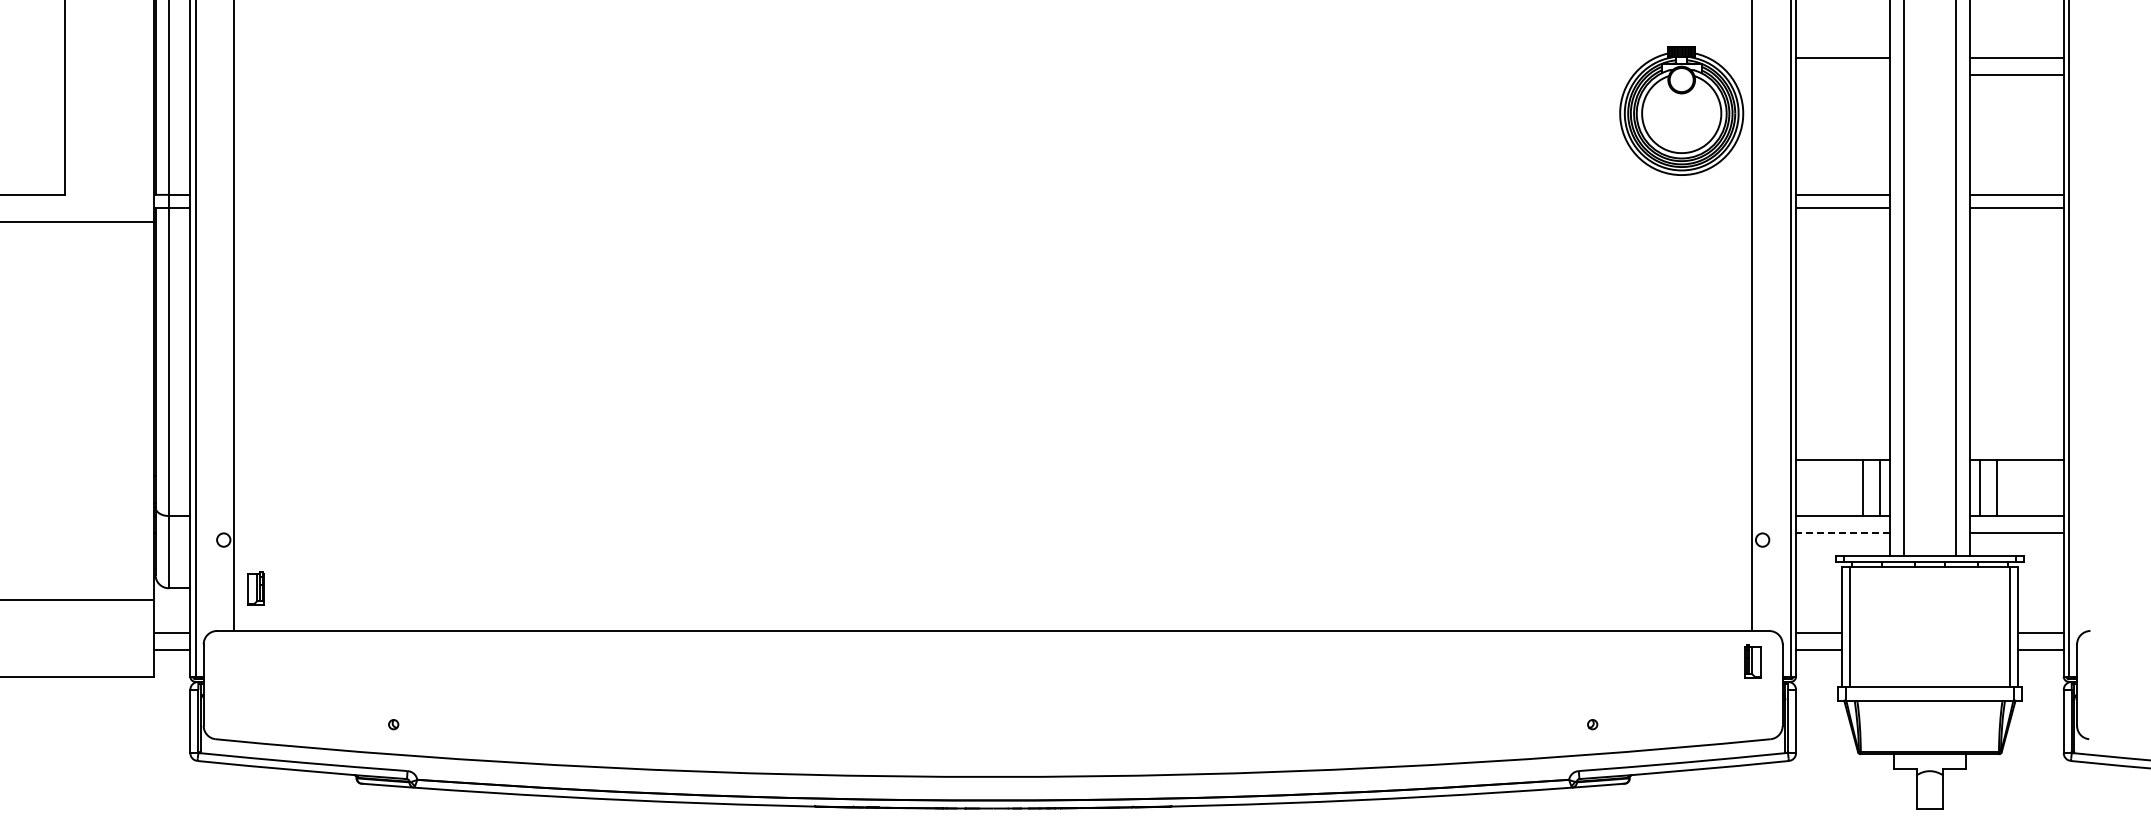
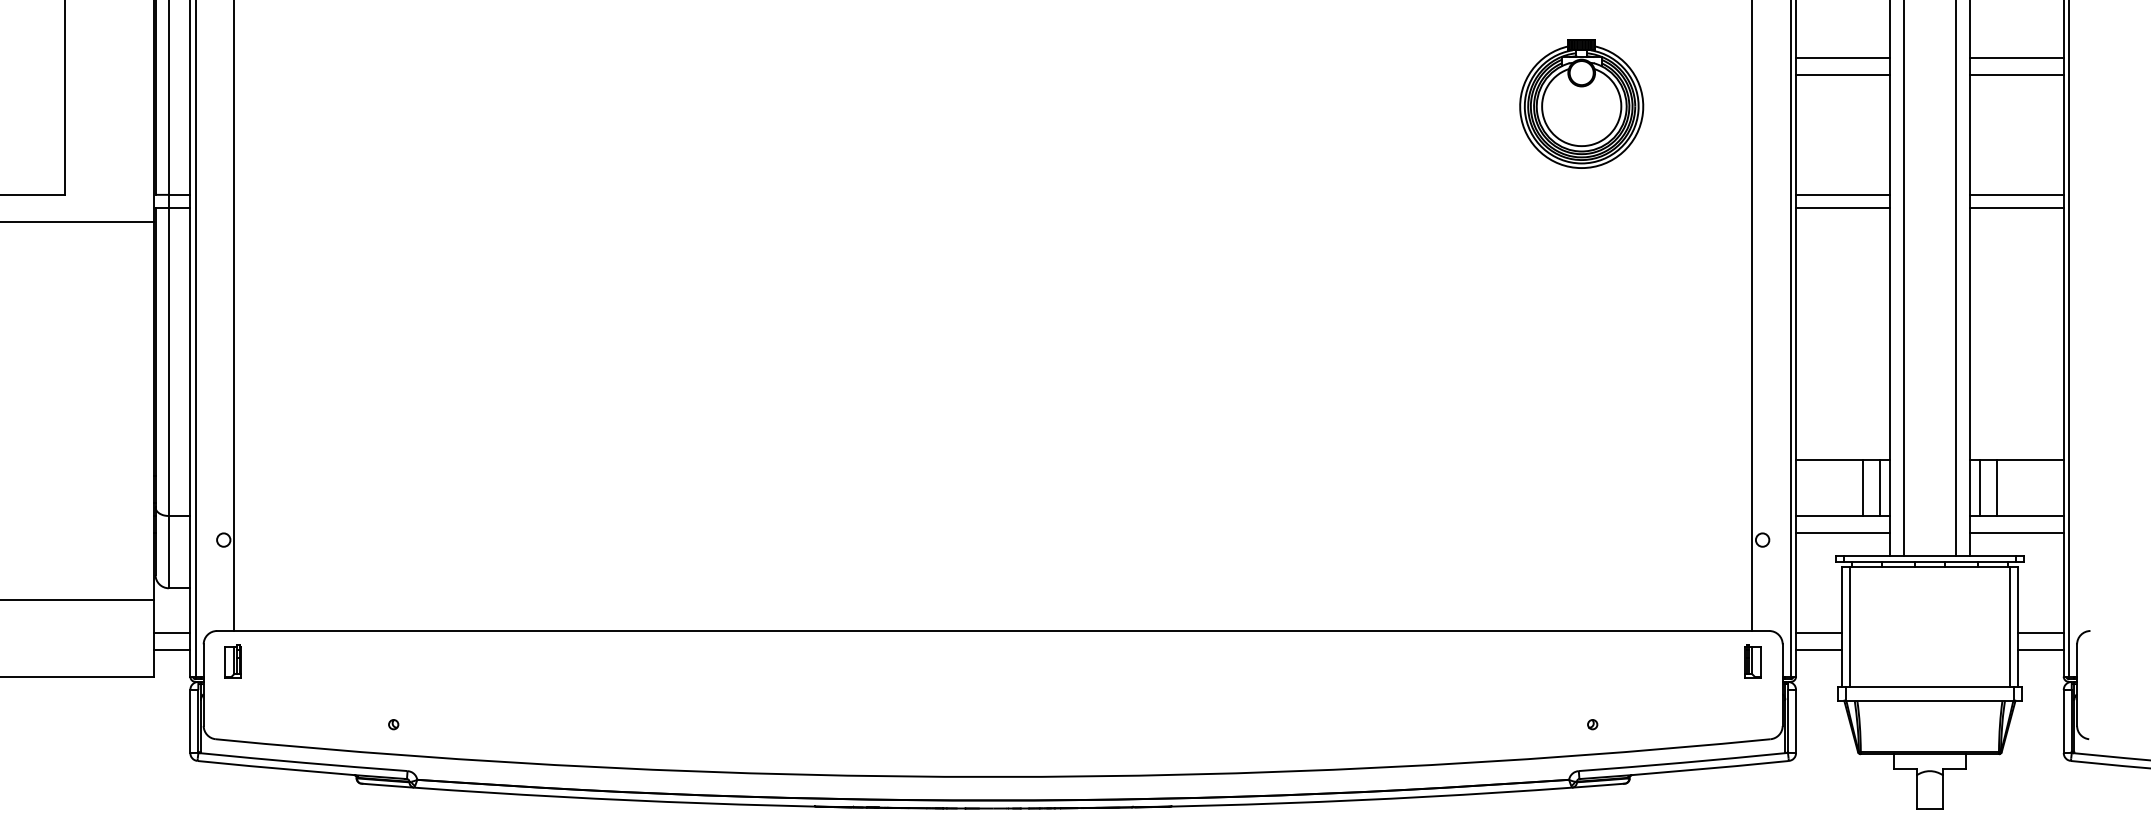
line at (1842, 74): none -> present
part at (1681, 110) position: (1681, 110) -> (1581, 103)
line at (1842, 533): dashed -> solid
part at (255, 588) position: (255, 588) -> (232, 661)
